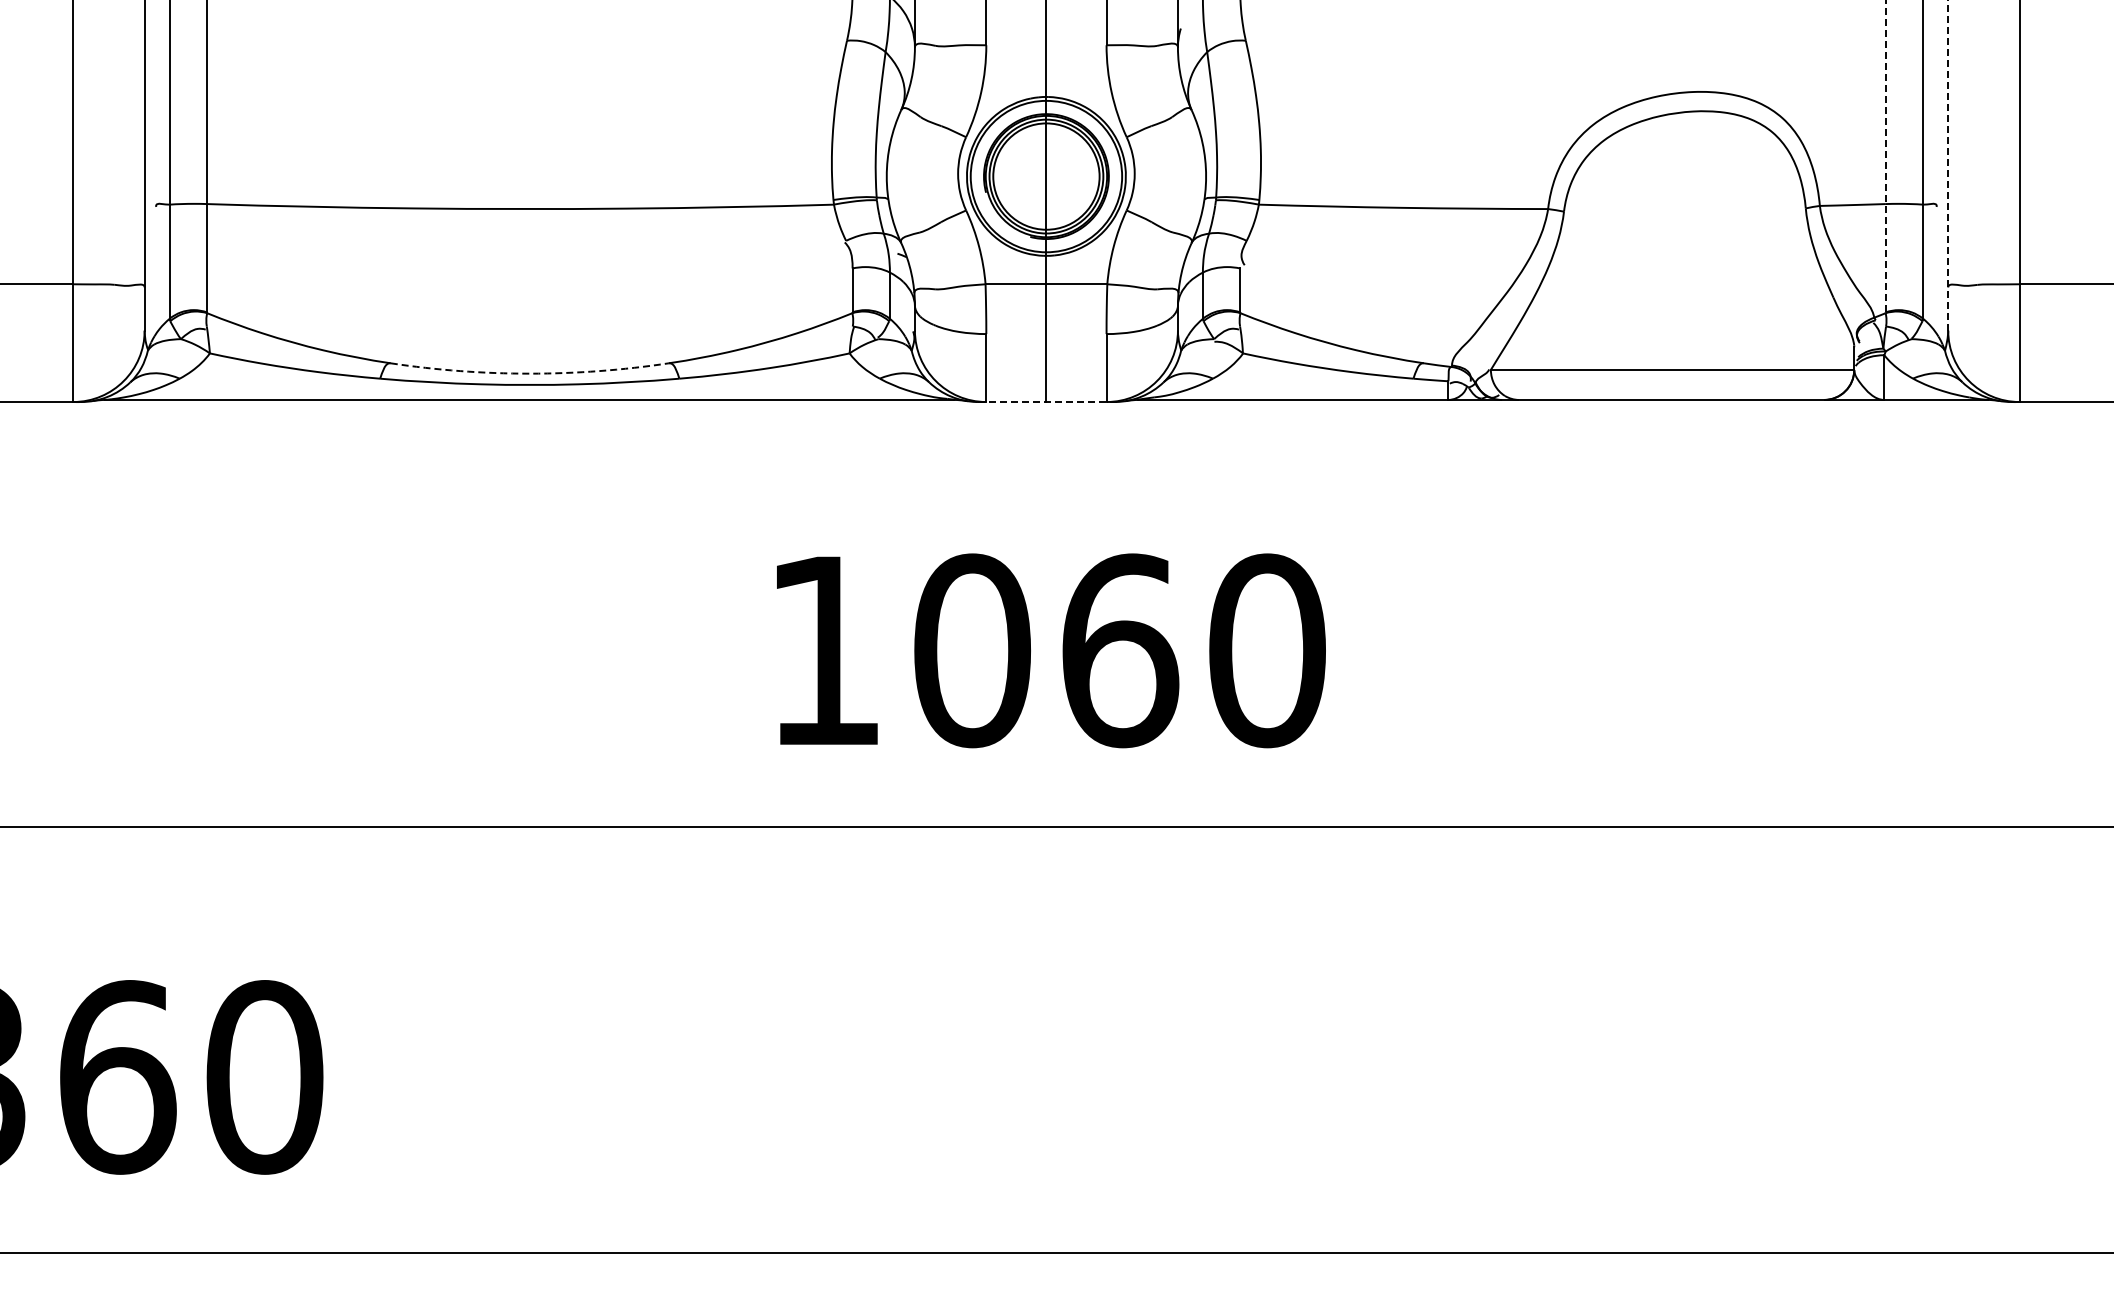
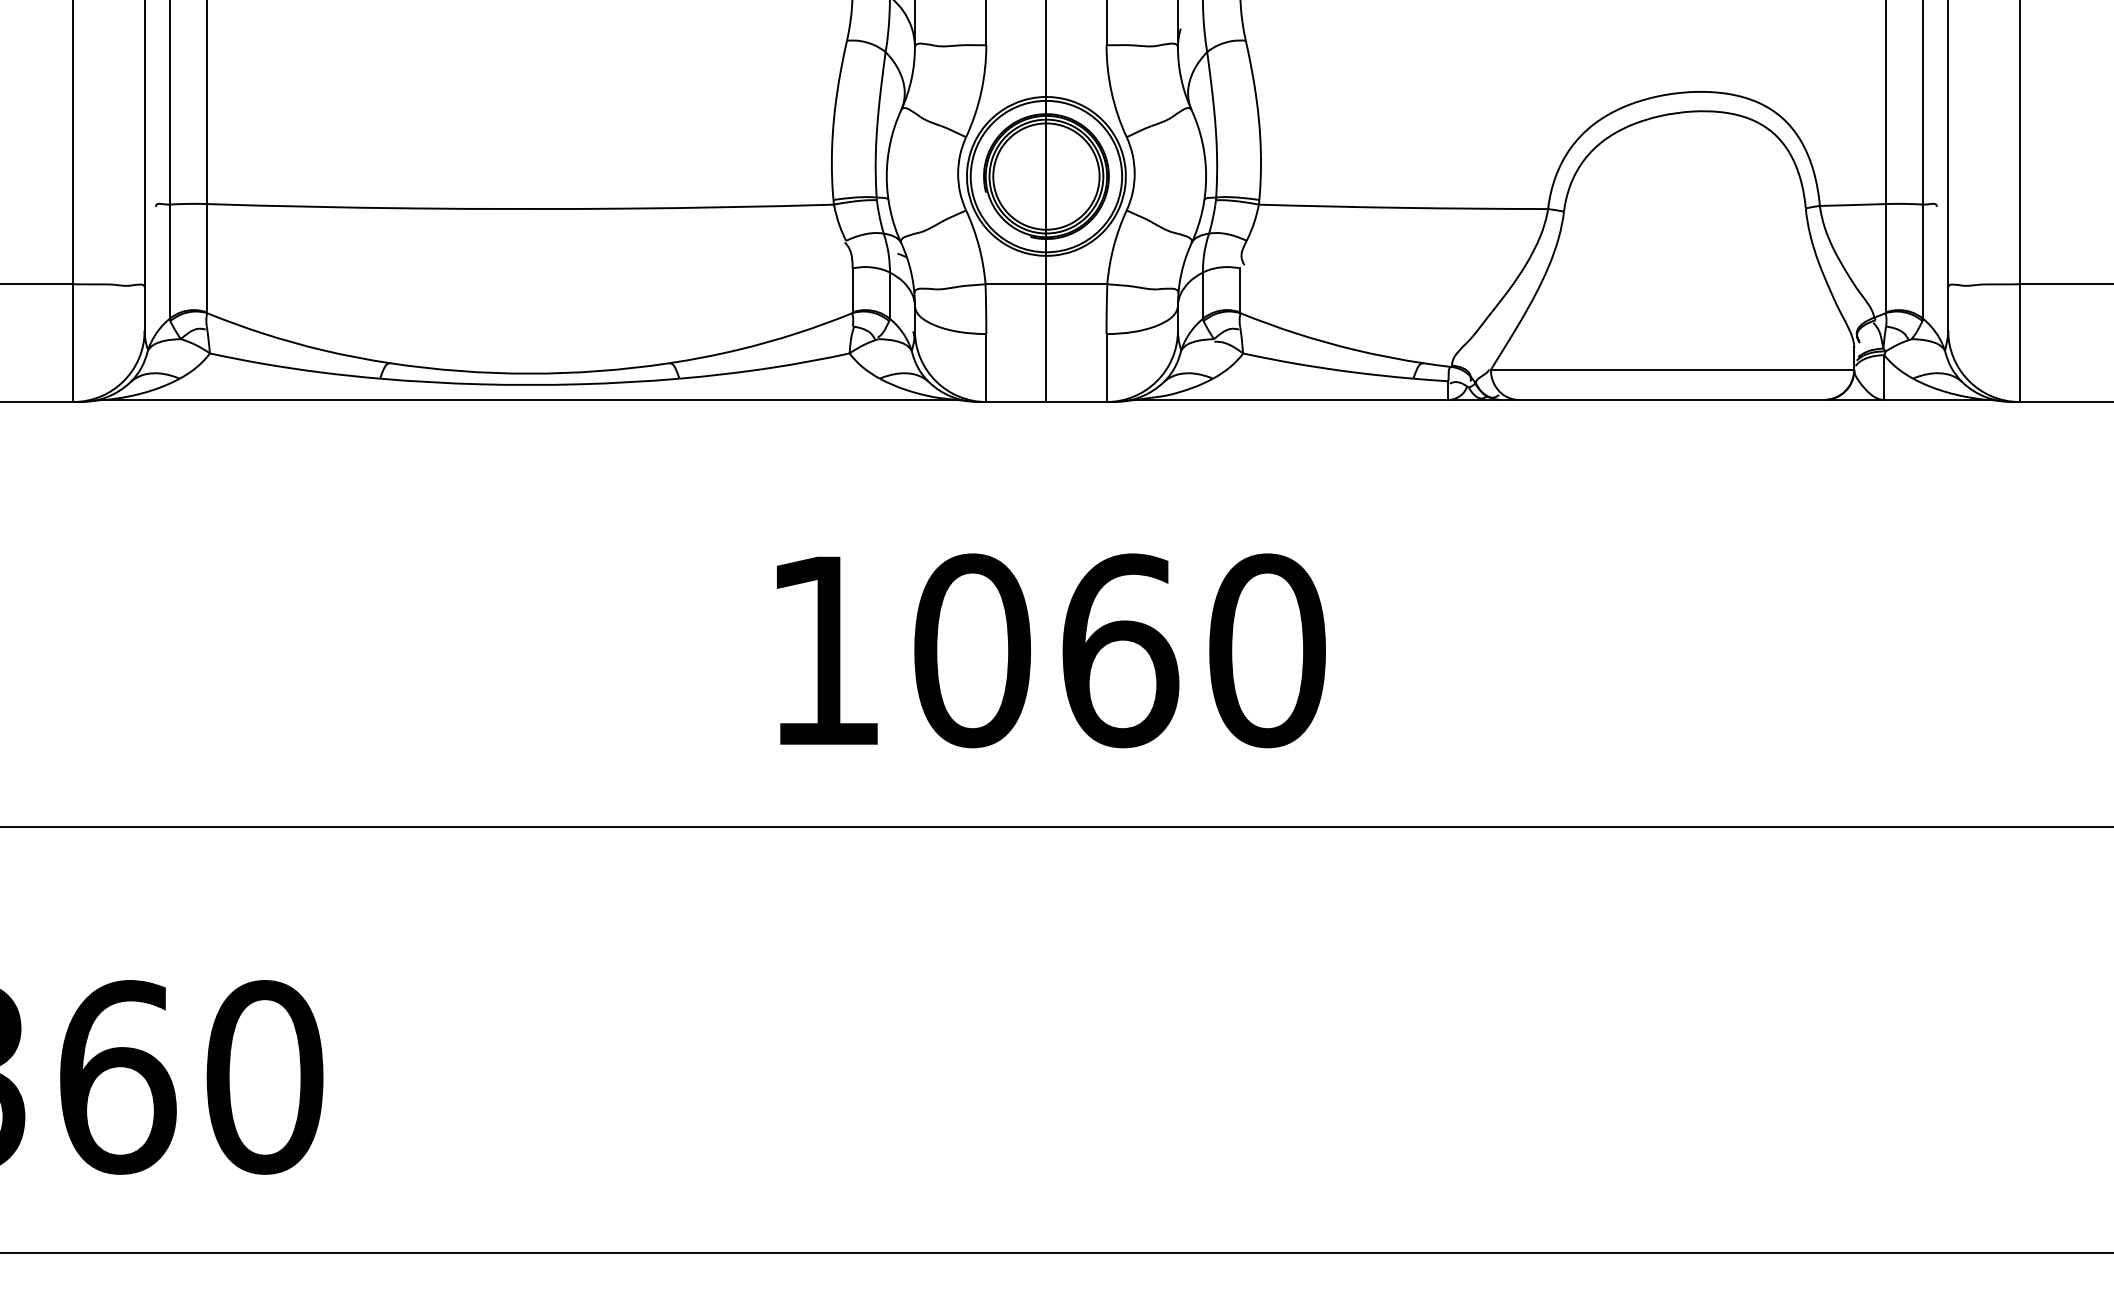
line at (1885, 156): dashed -> solid
line at (1948, 165): dashed -> solid
arc at (529, 373): dashed -> solid
line at (1046, 402): dashed -> solid
